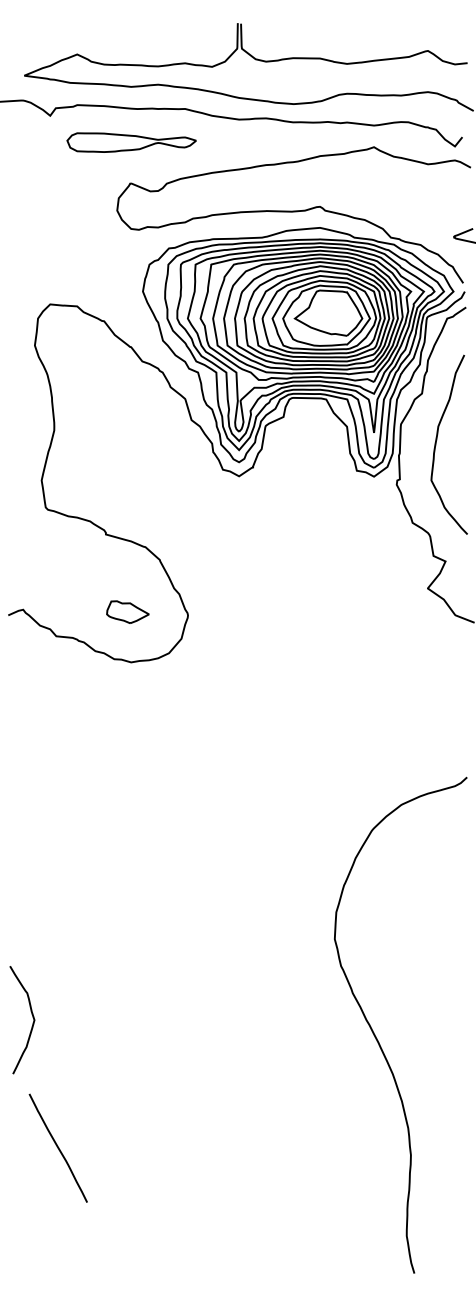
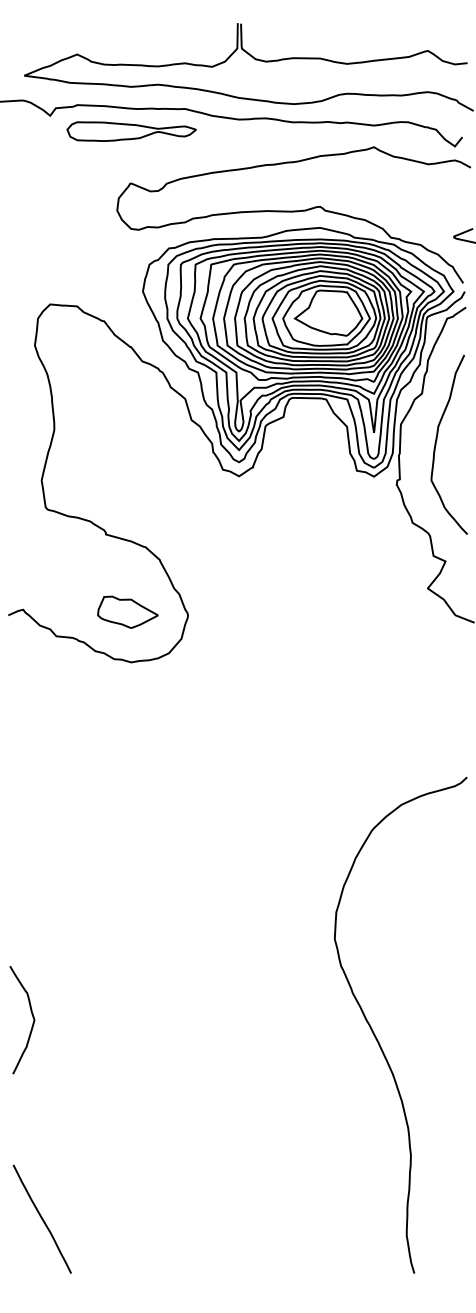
part at (131, 142) position: (131, 142) -> (131, 131)
part at (127, 611) size: 44x24 px -> 62x34 px
curve at (57, 1147) position: (57, 1147) -> (41, 1218)
